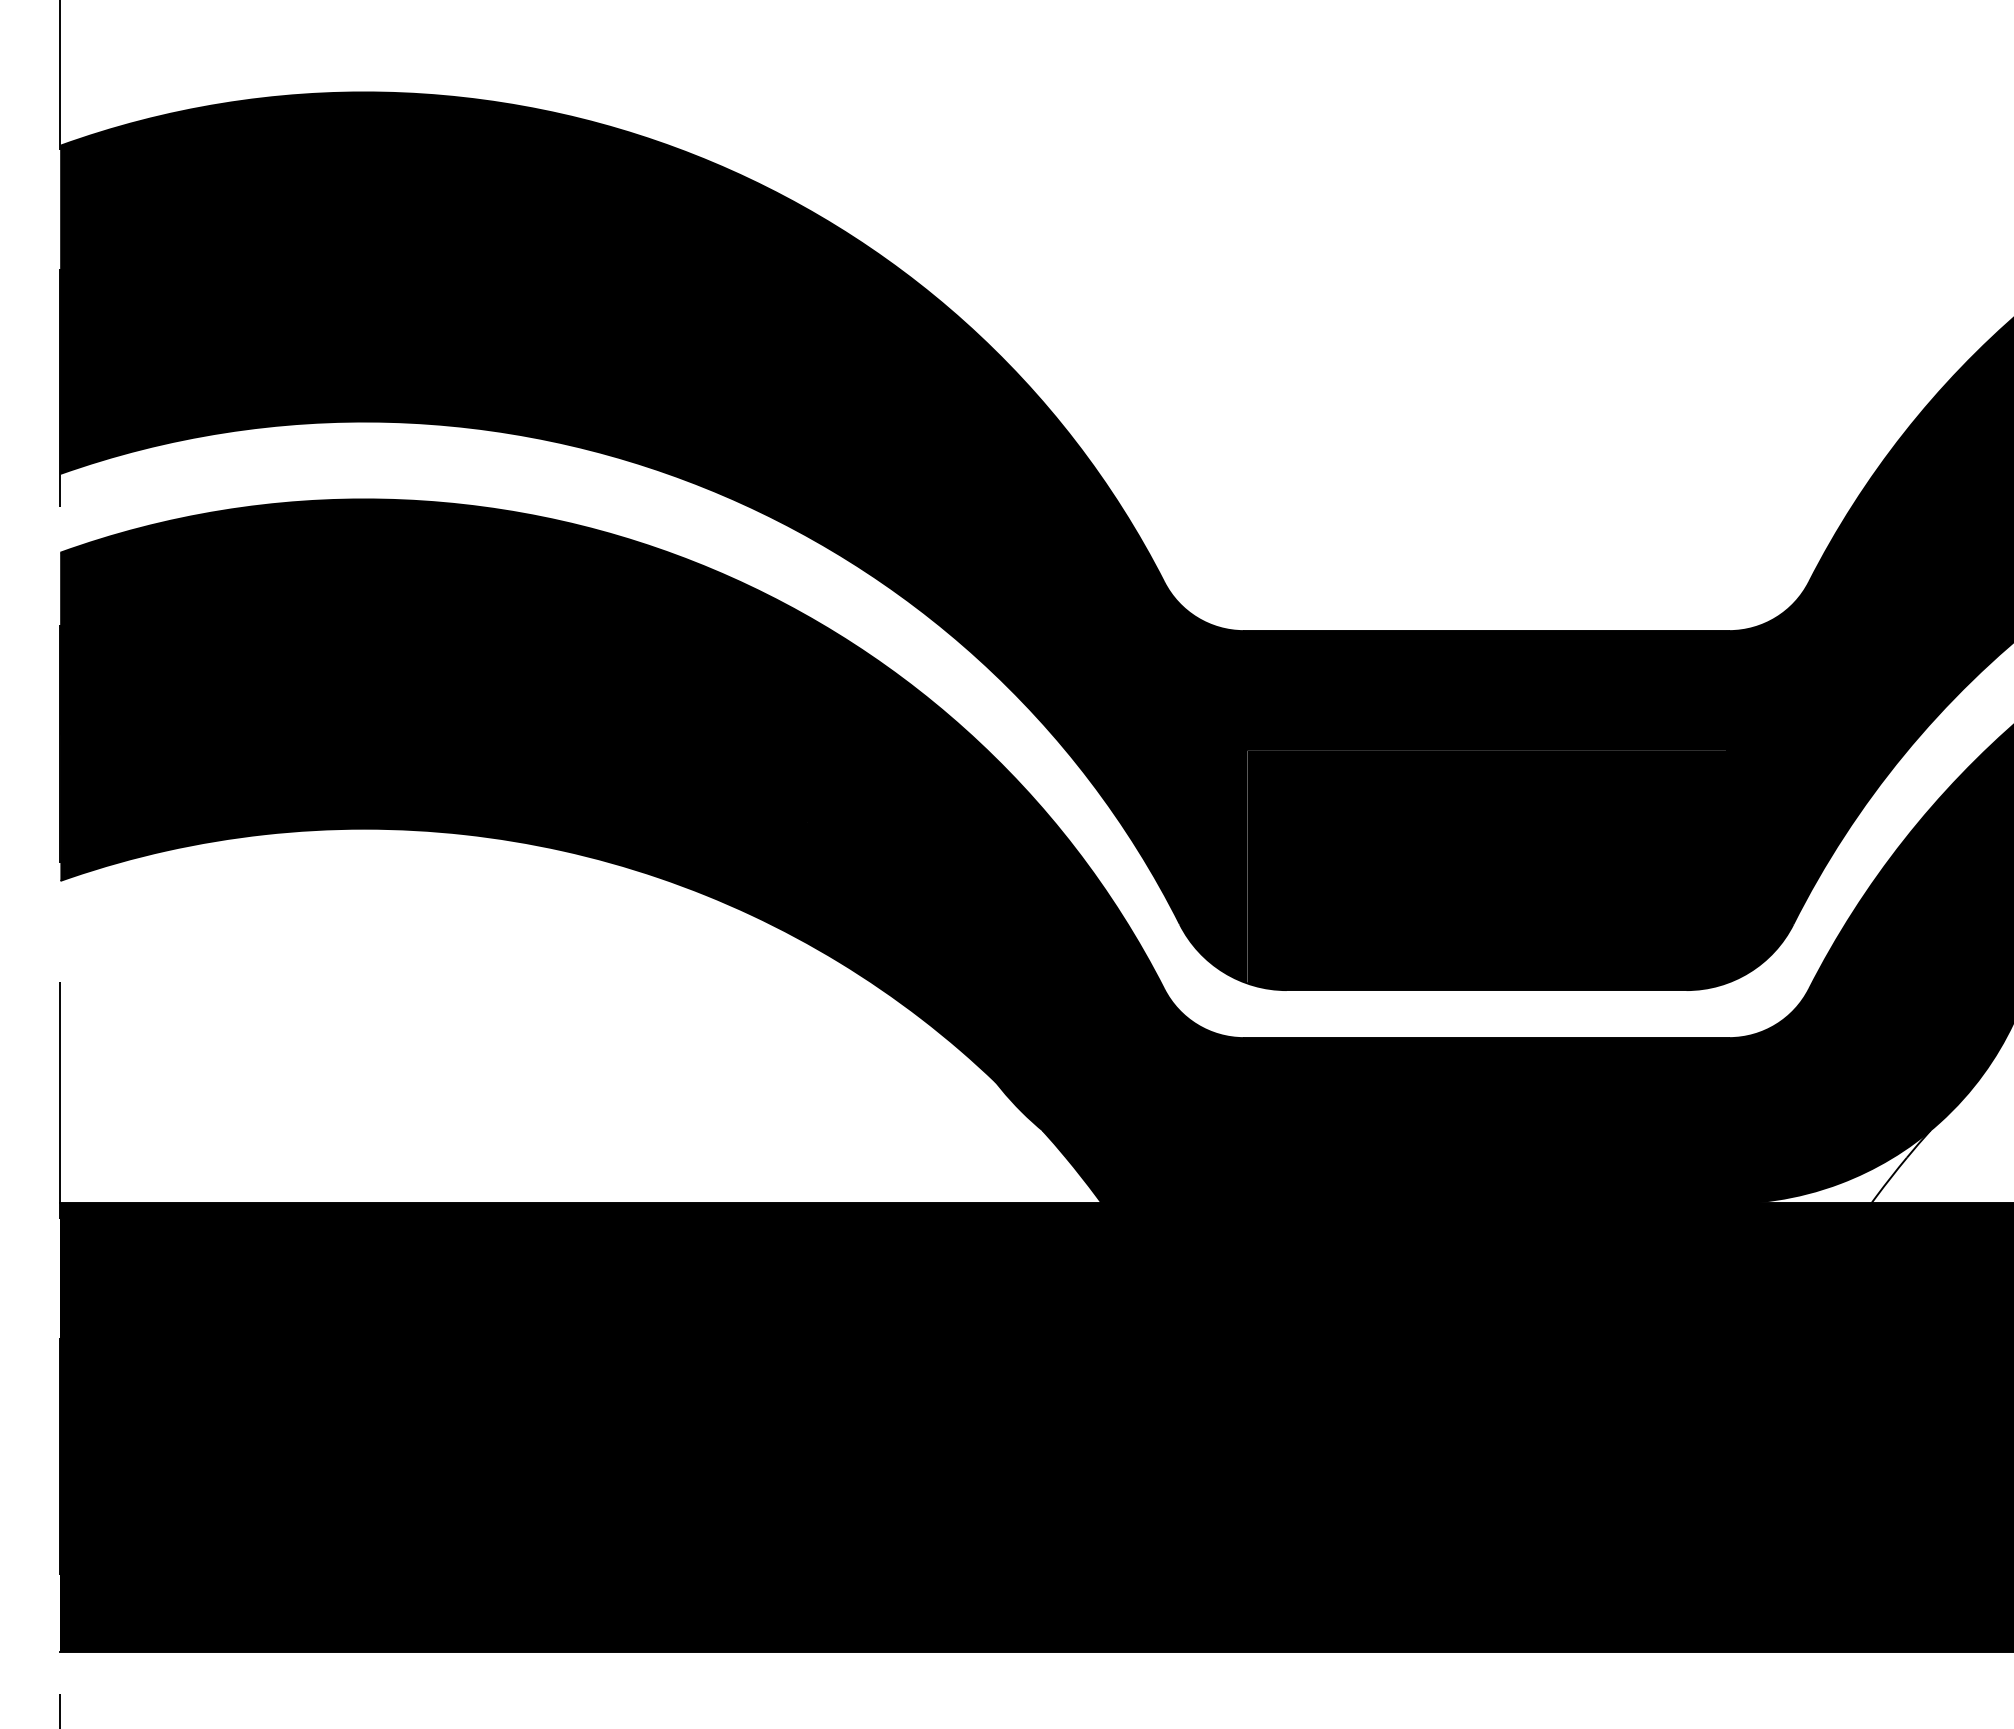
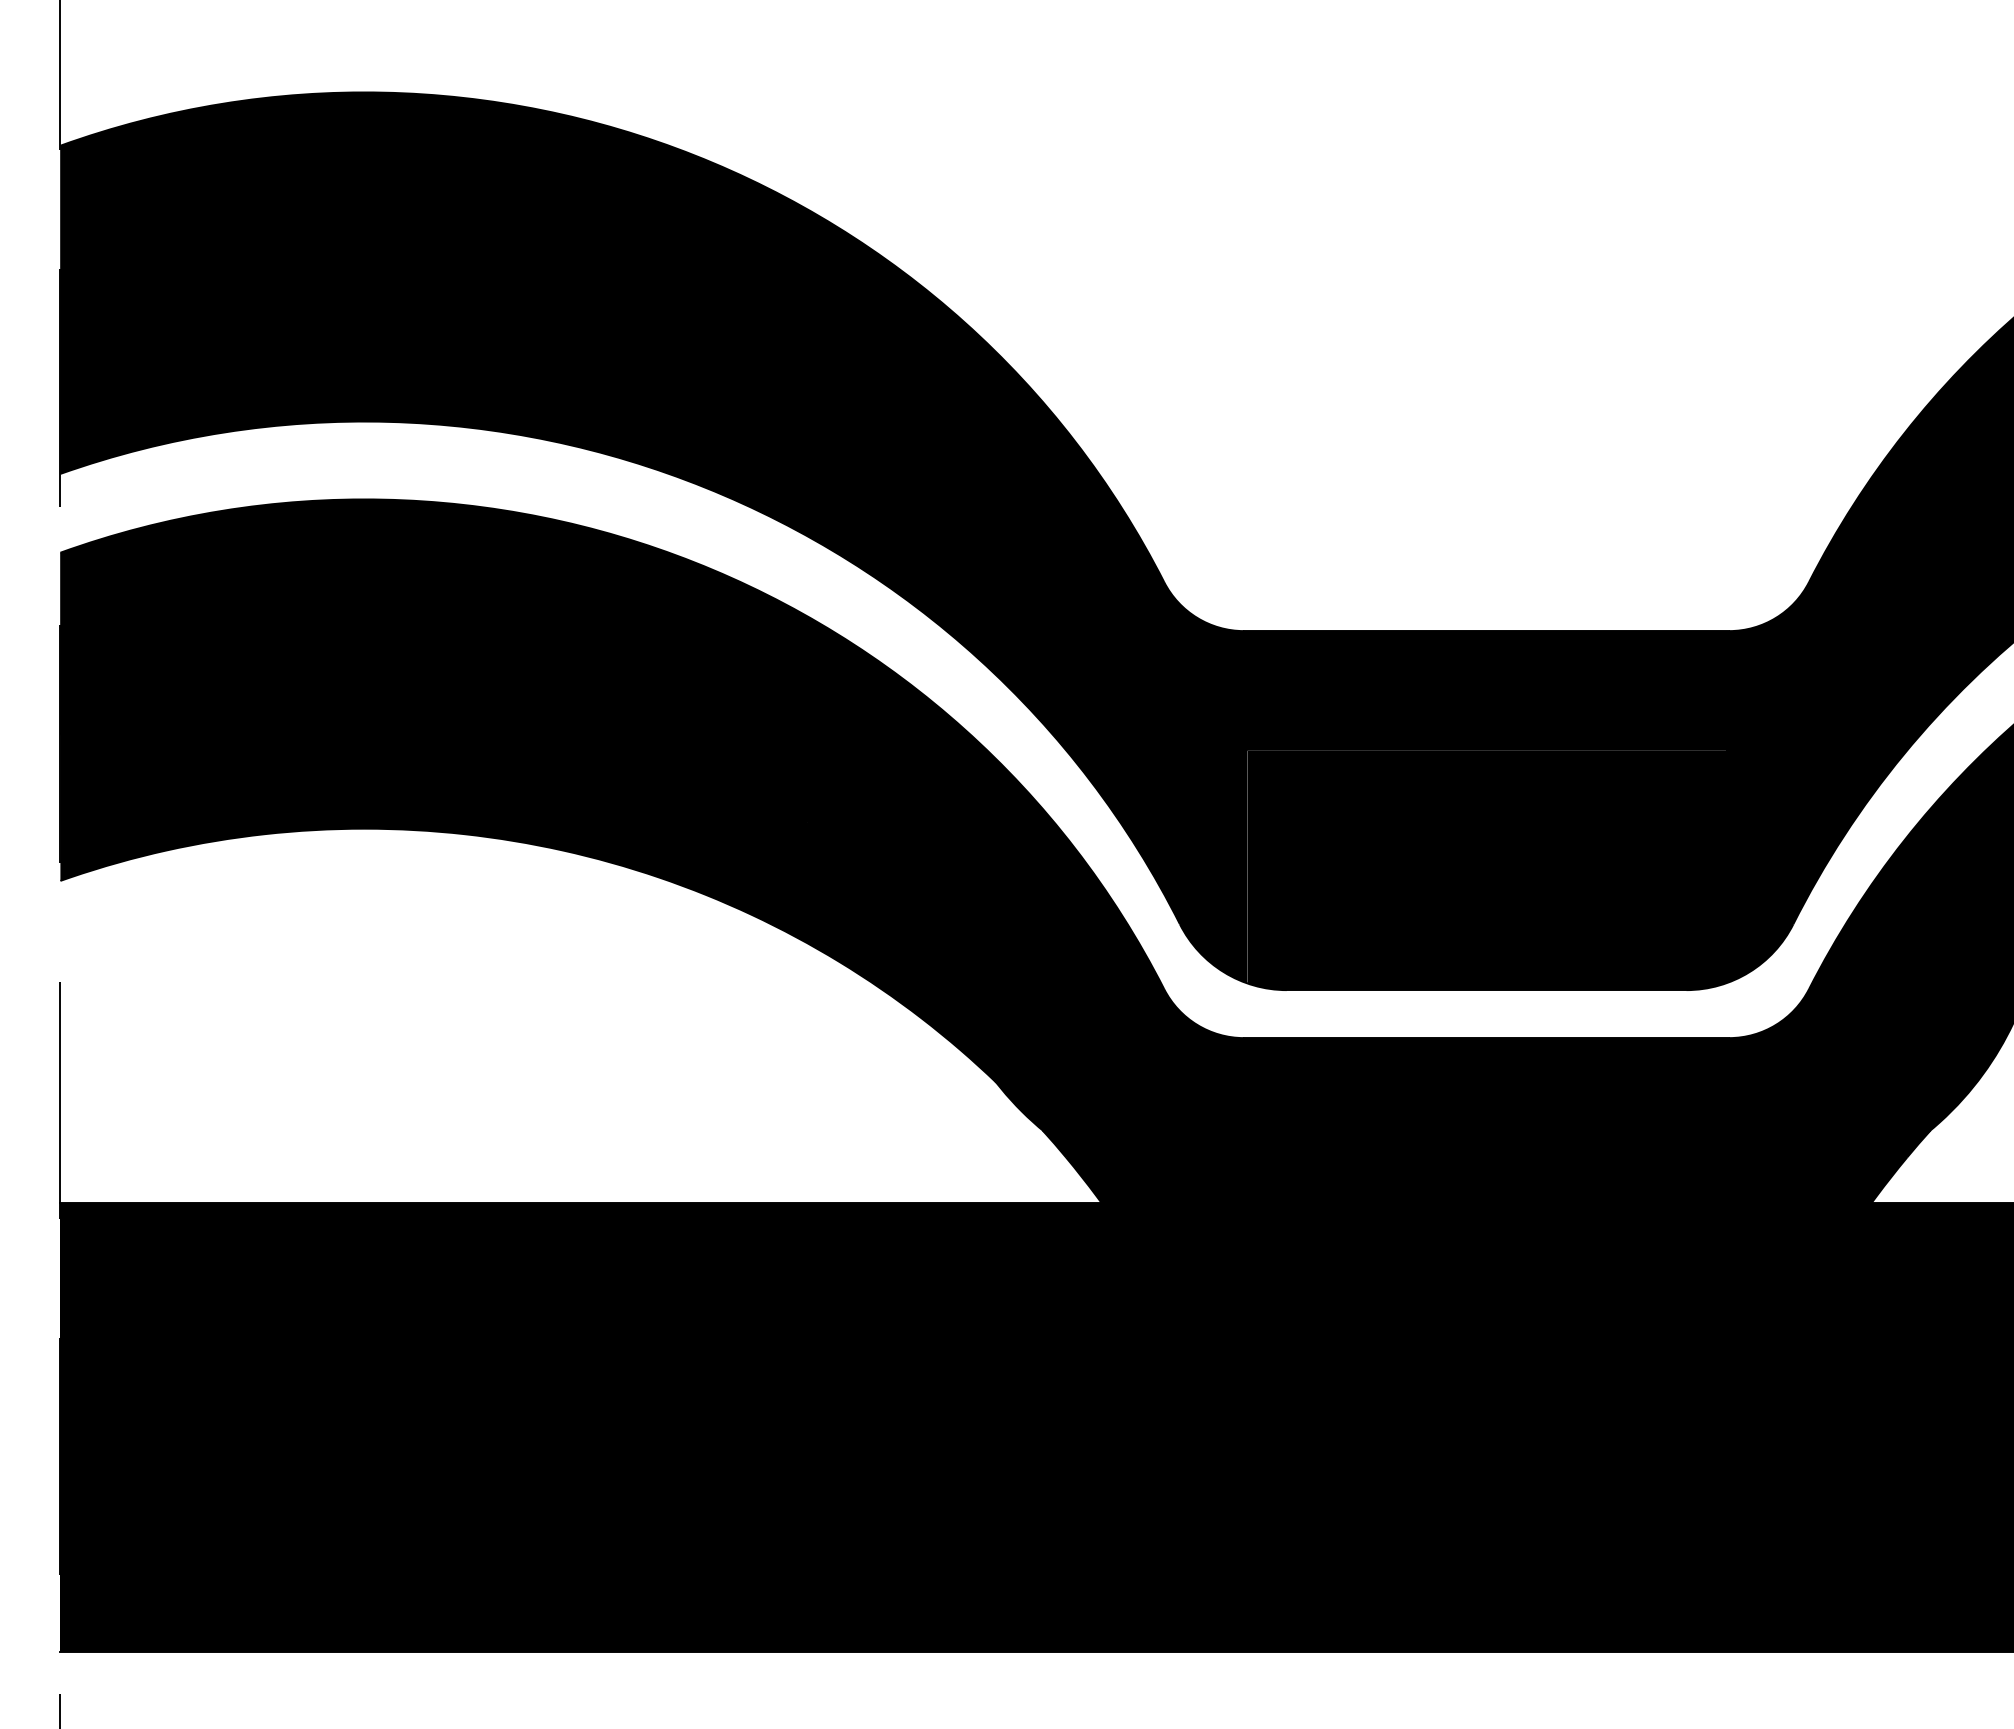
fill at (1828, 1167): none -> present
